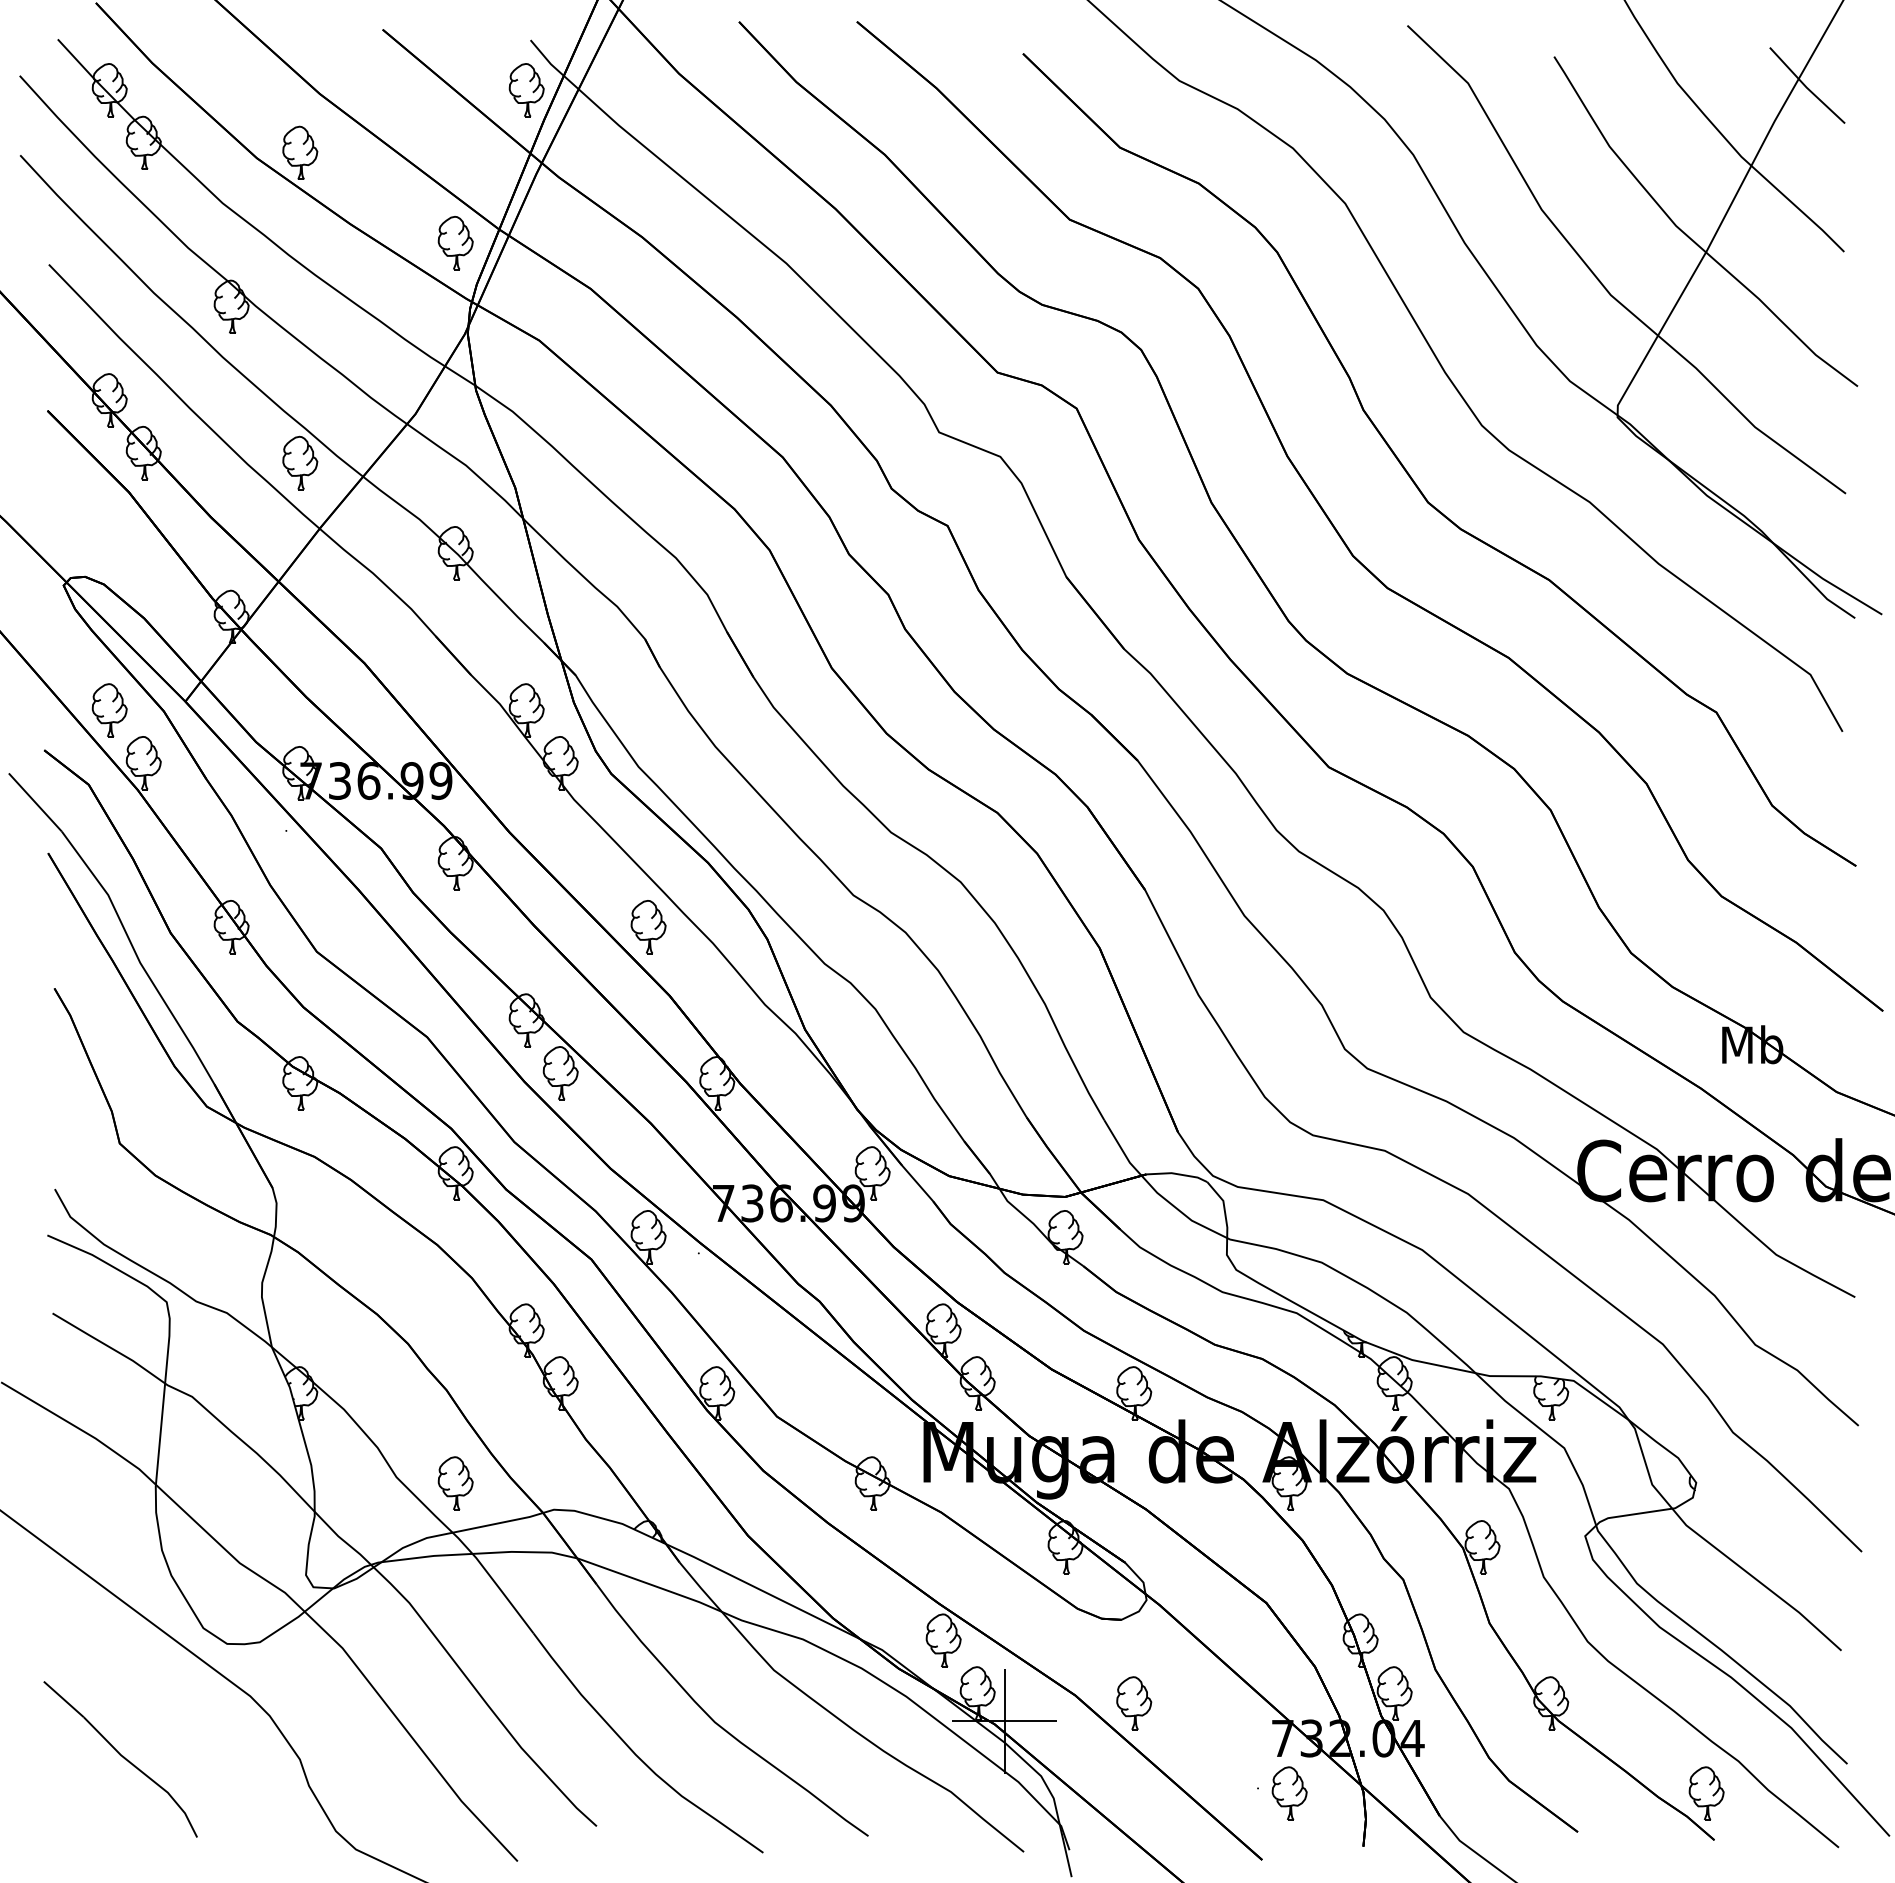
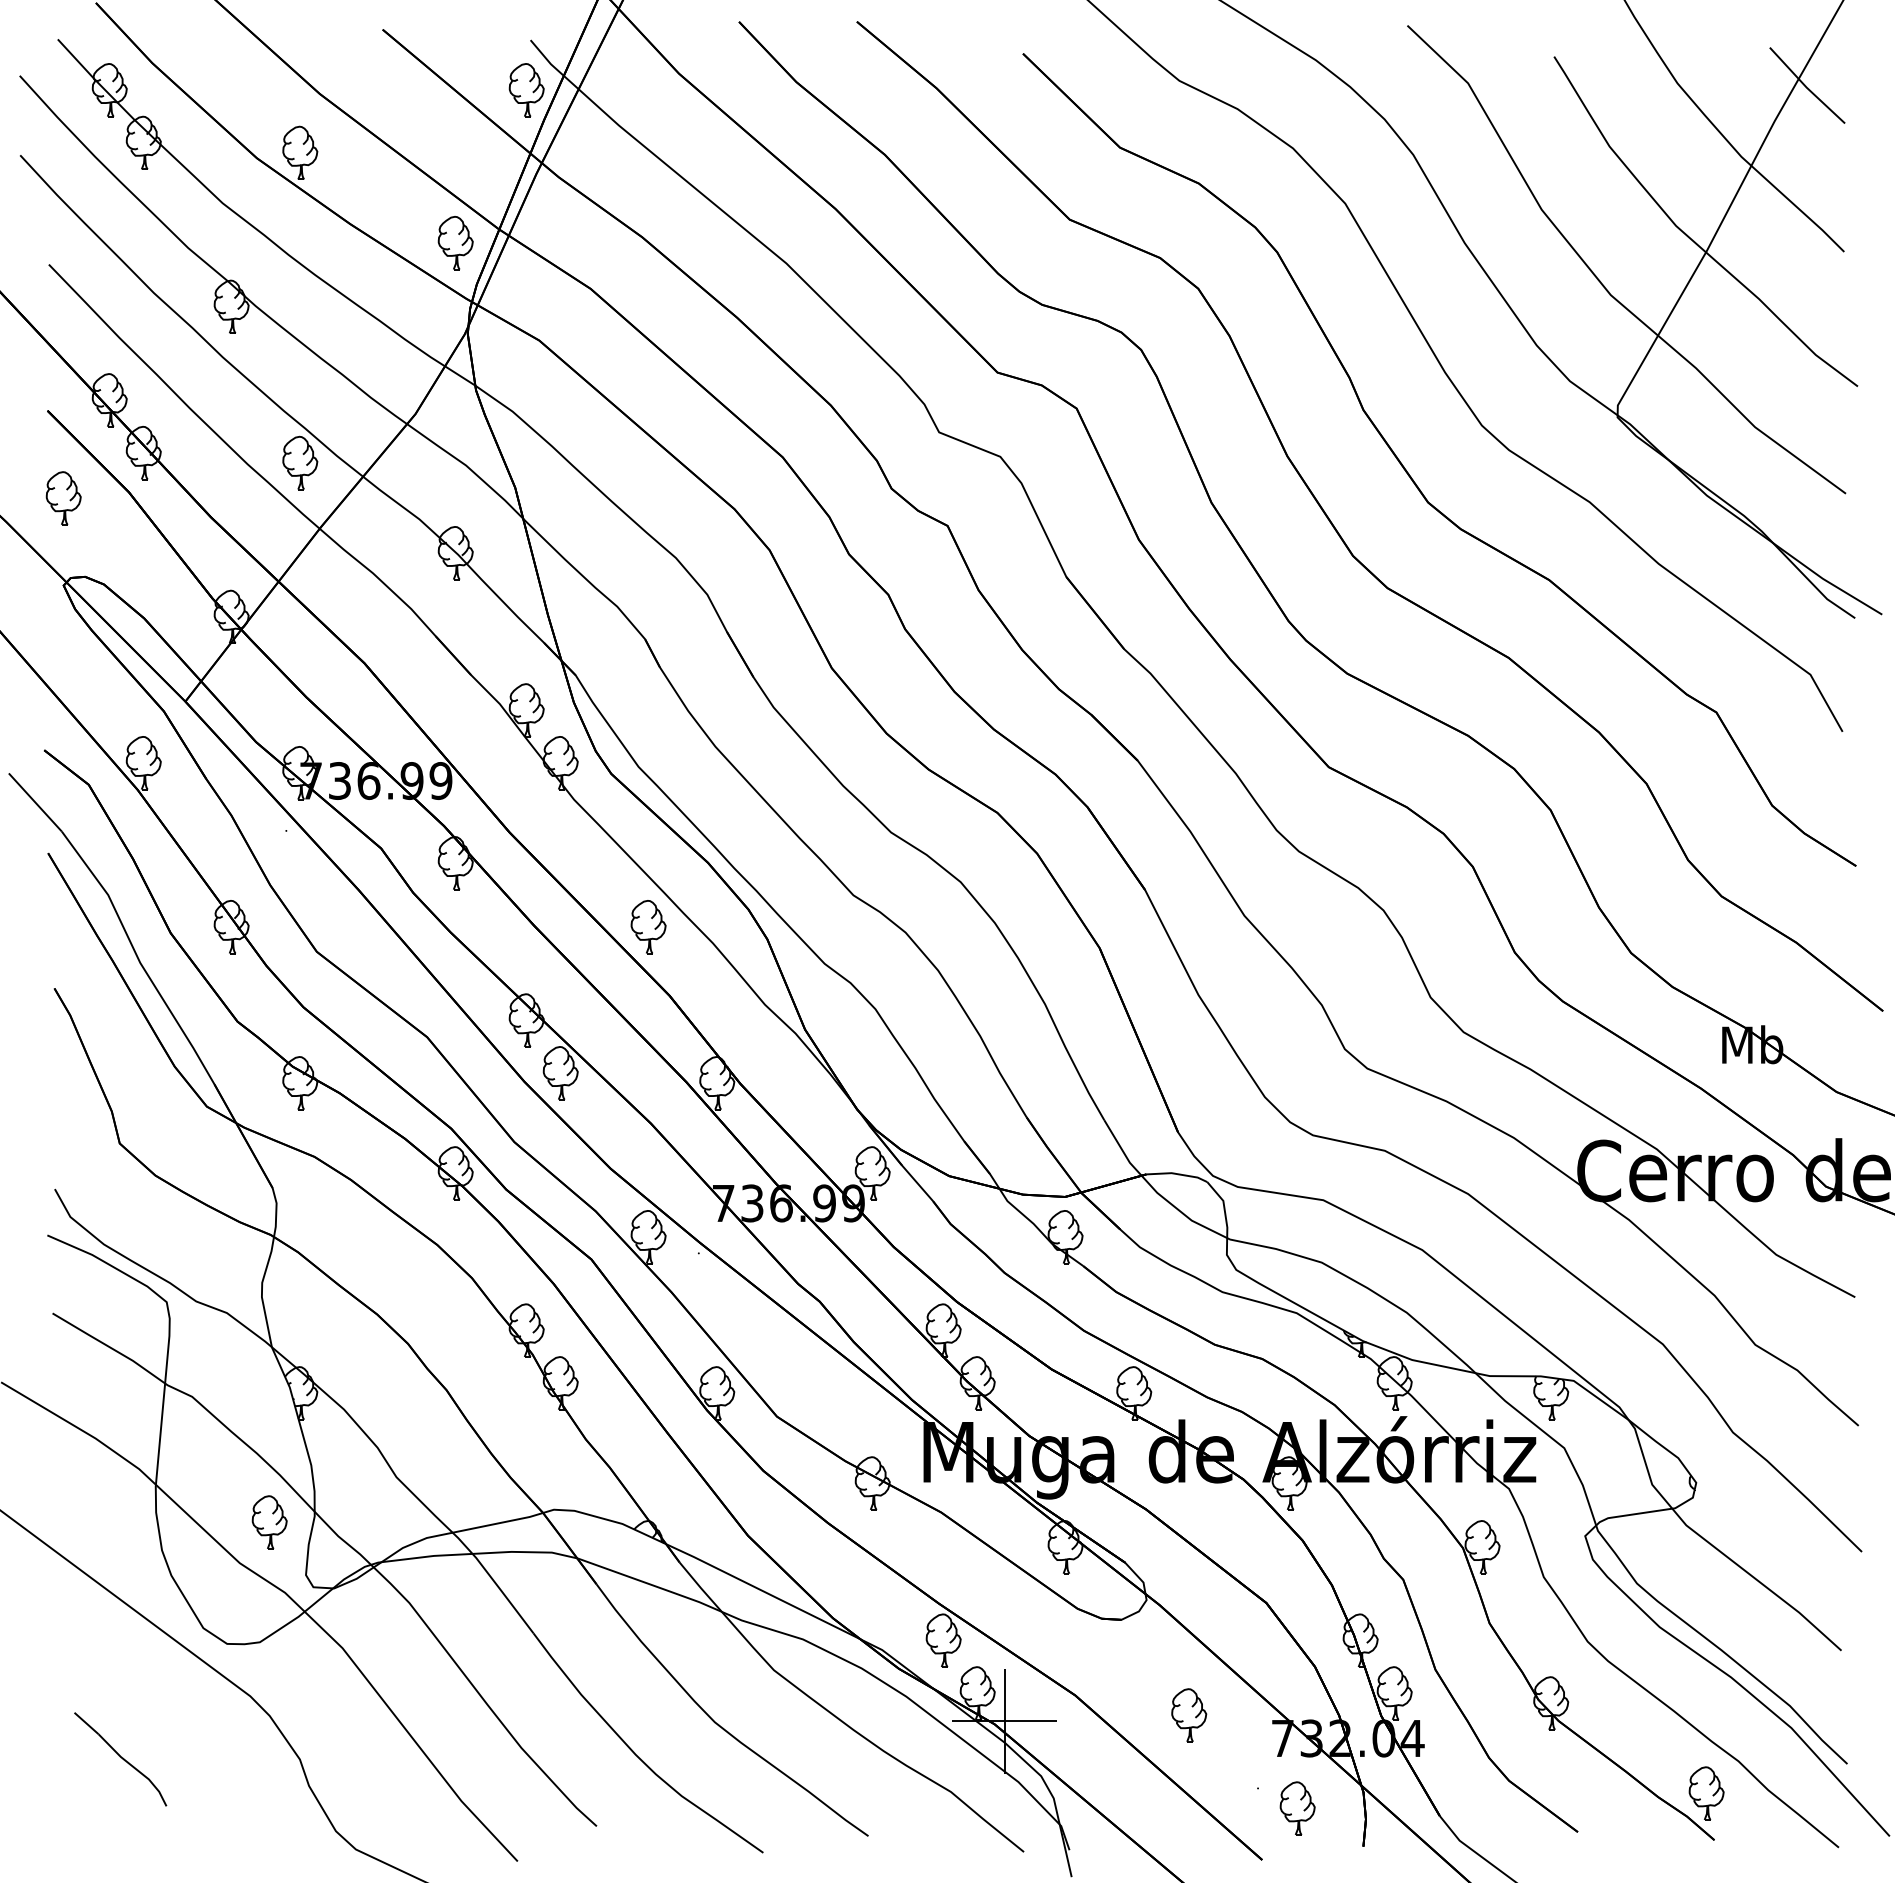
part at (109, 710) position: (109, 710) -> (63, 498)
part at (455, 1483) position: (455, 1483) -> (269, 1522)
part at (1134, 1703) position: (1134, 1703) -> (1189, 1715)
part at (120, 1759) size: 155x157 px -> 94x95 px
part at (1289, 1793) position: (1289, 1793) -> (1297, 1808)
